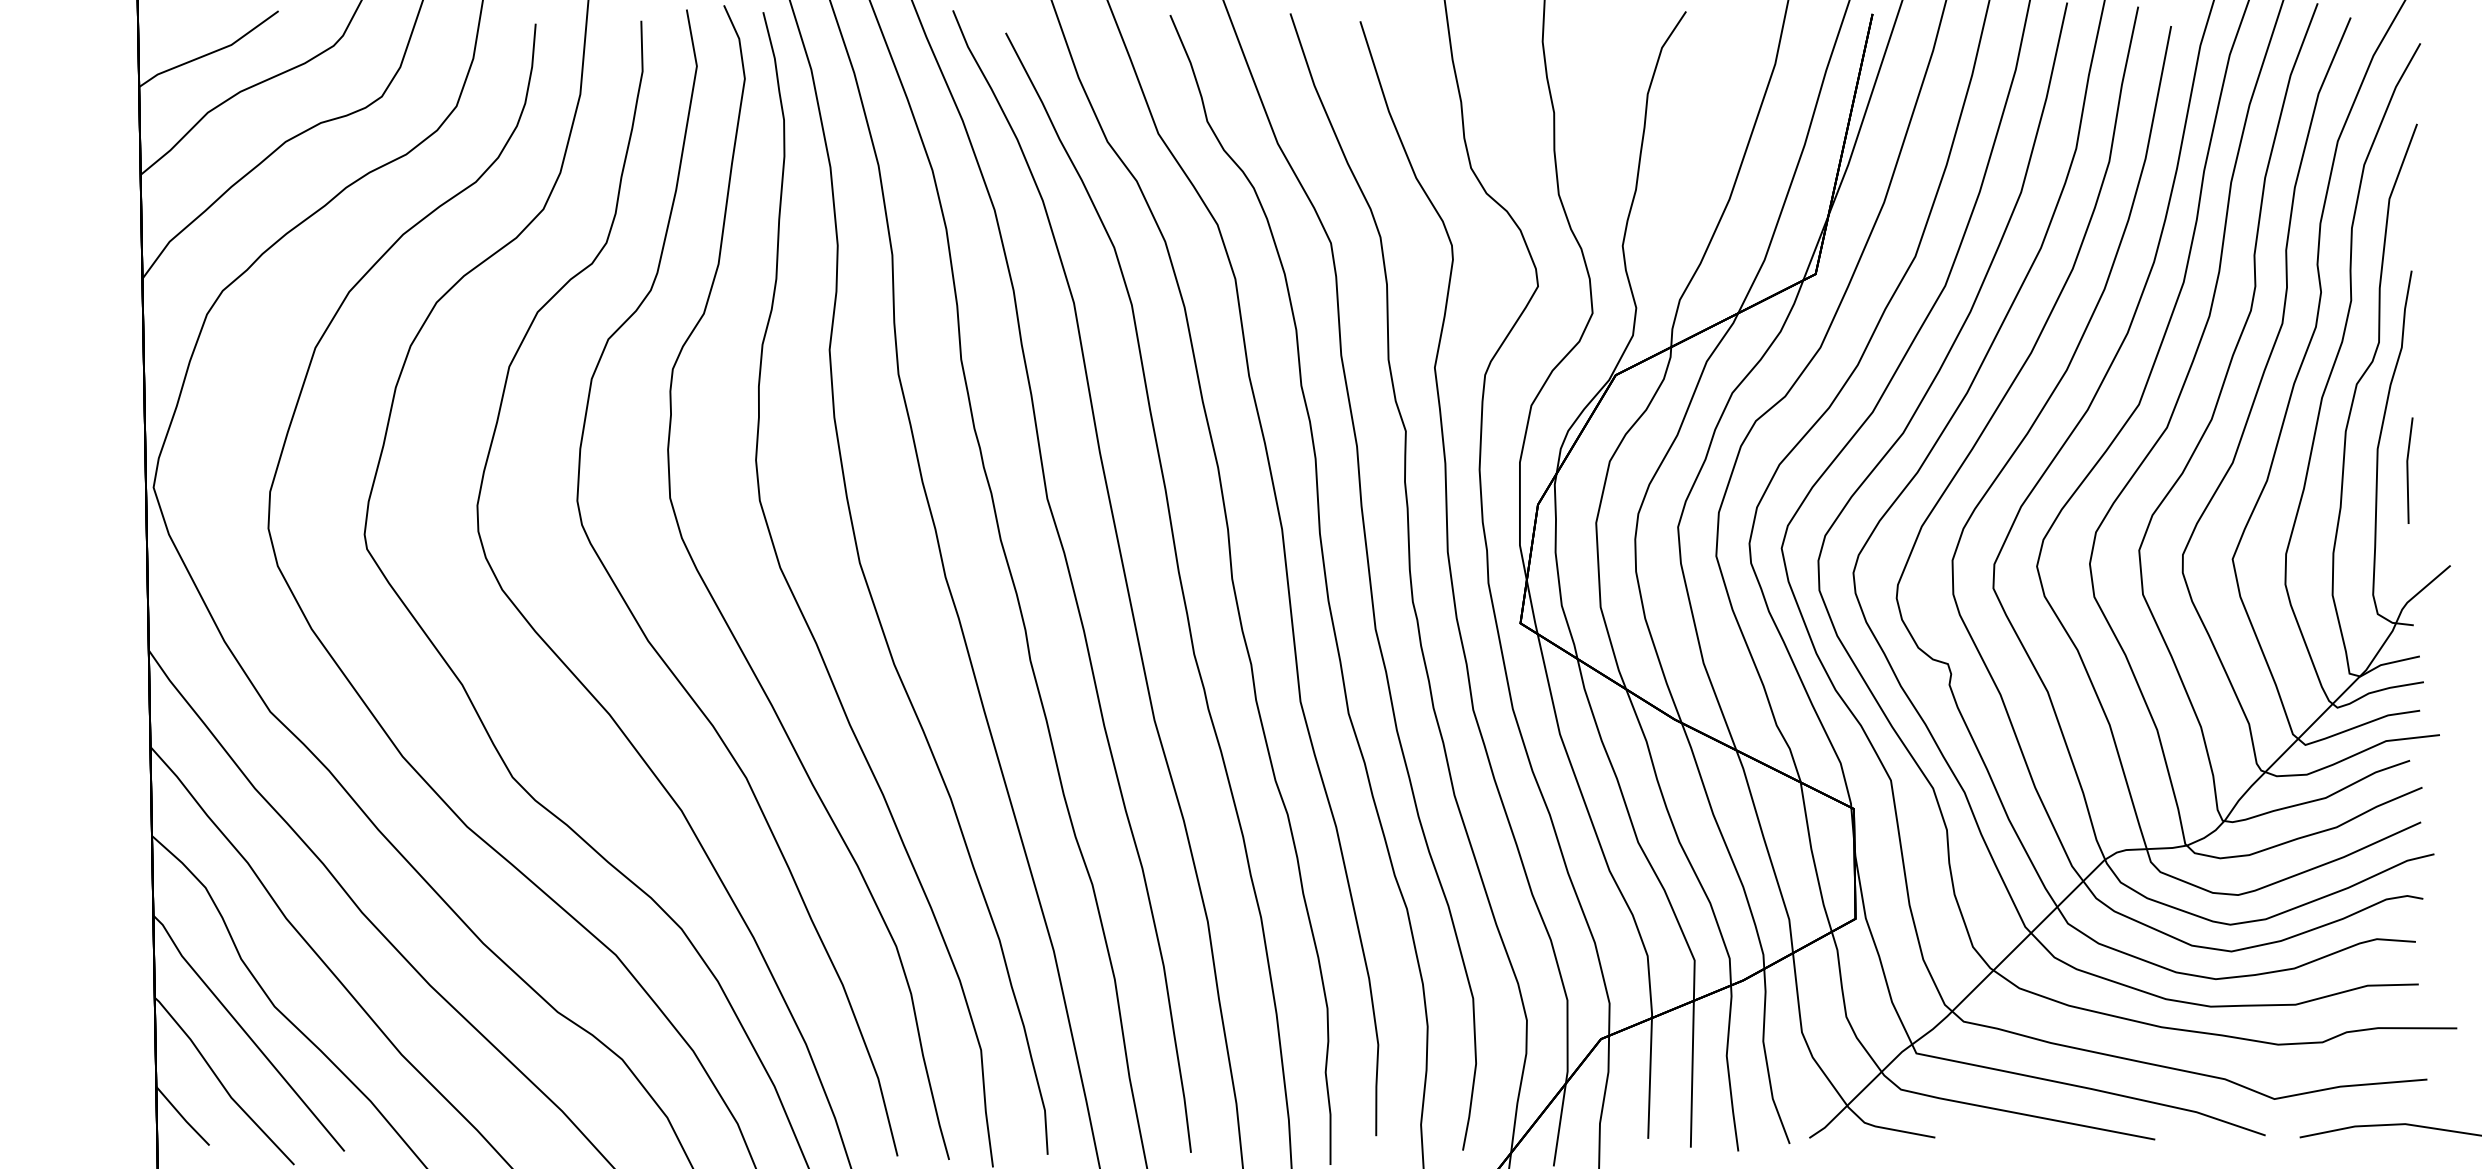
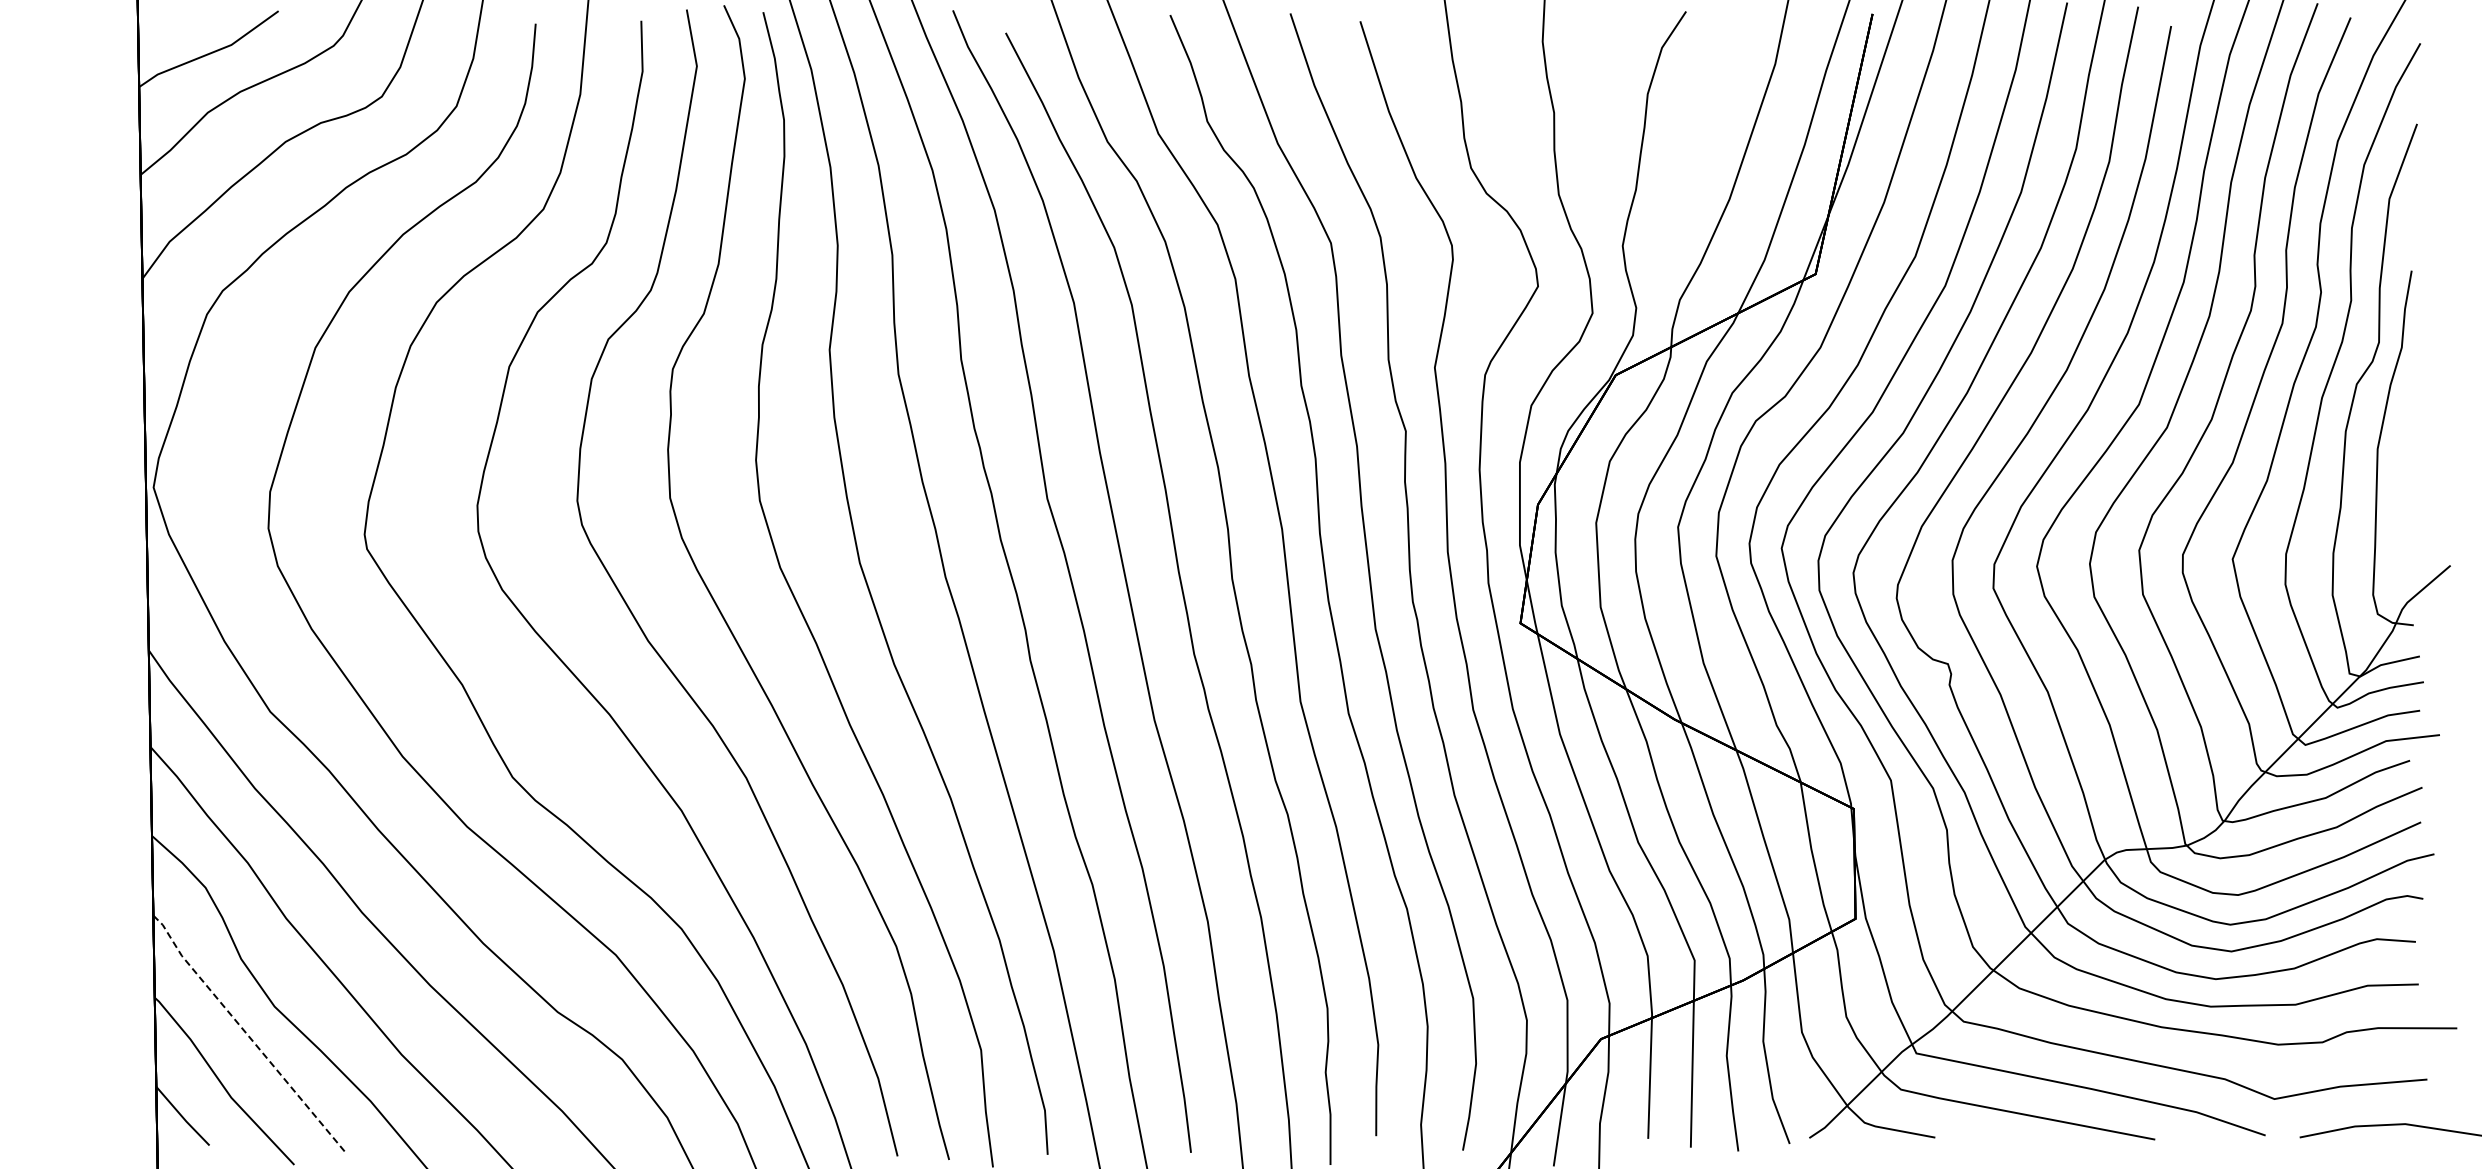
line at (2408, 470): present -> none
line at (246, 1033): solid -> dashed
